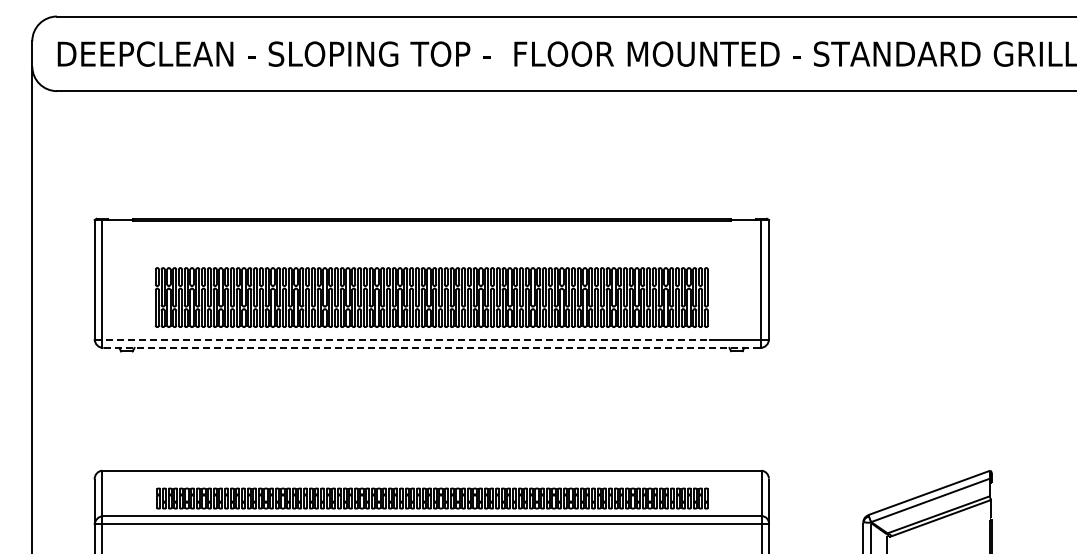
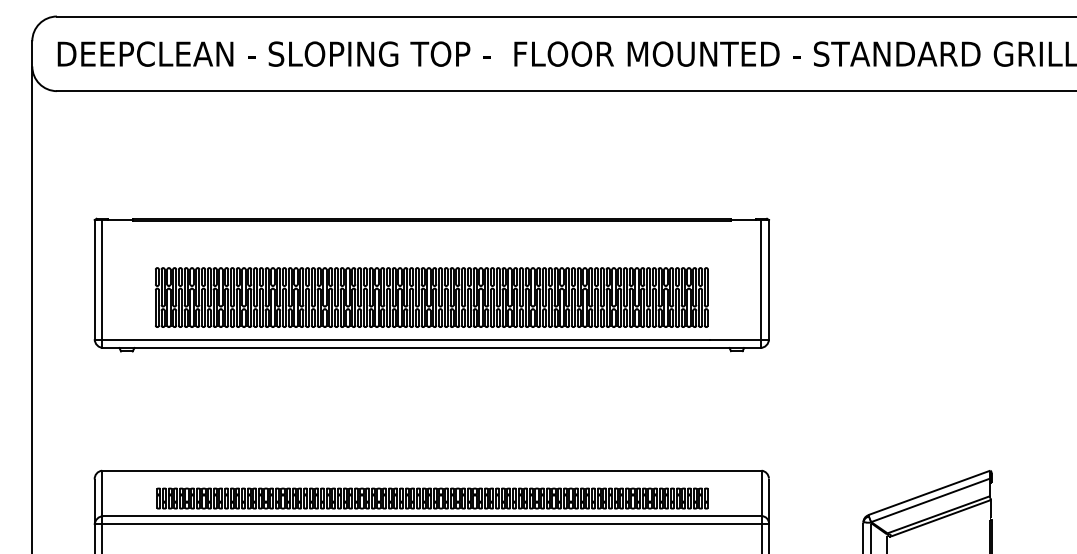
line at (402, 340): dashed -> solid
line at (431, 348): dashed -> solid
